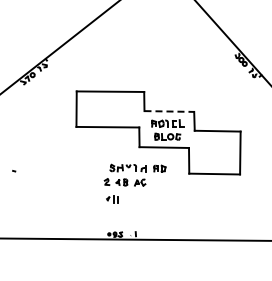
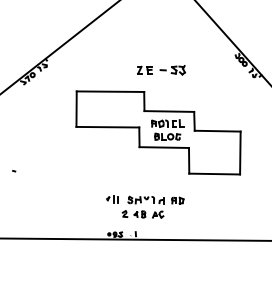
part at (161, 70): none -> present
line at (169, 111): dashed -> solid
part at (134, 174) position: (134, 174) -> (152, 206)
